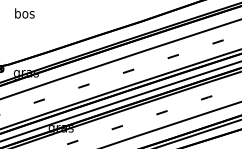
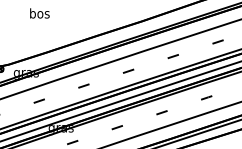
text at (24, 13) position: (24, 13) -> (39, 13)
